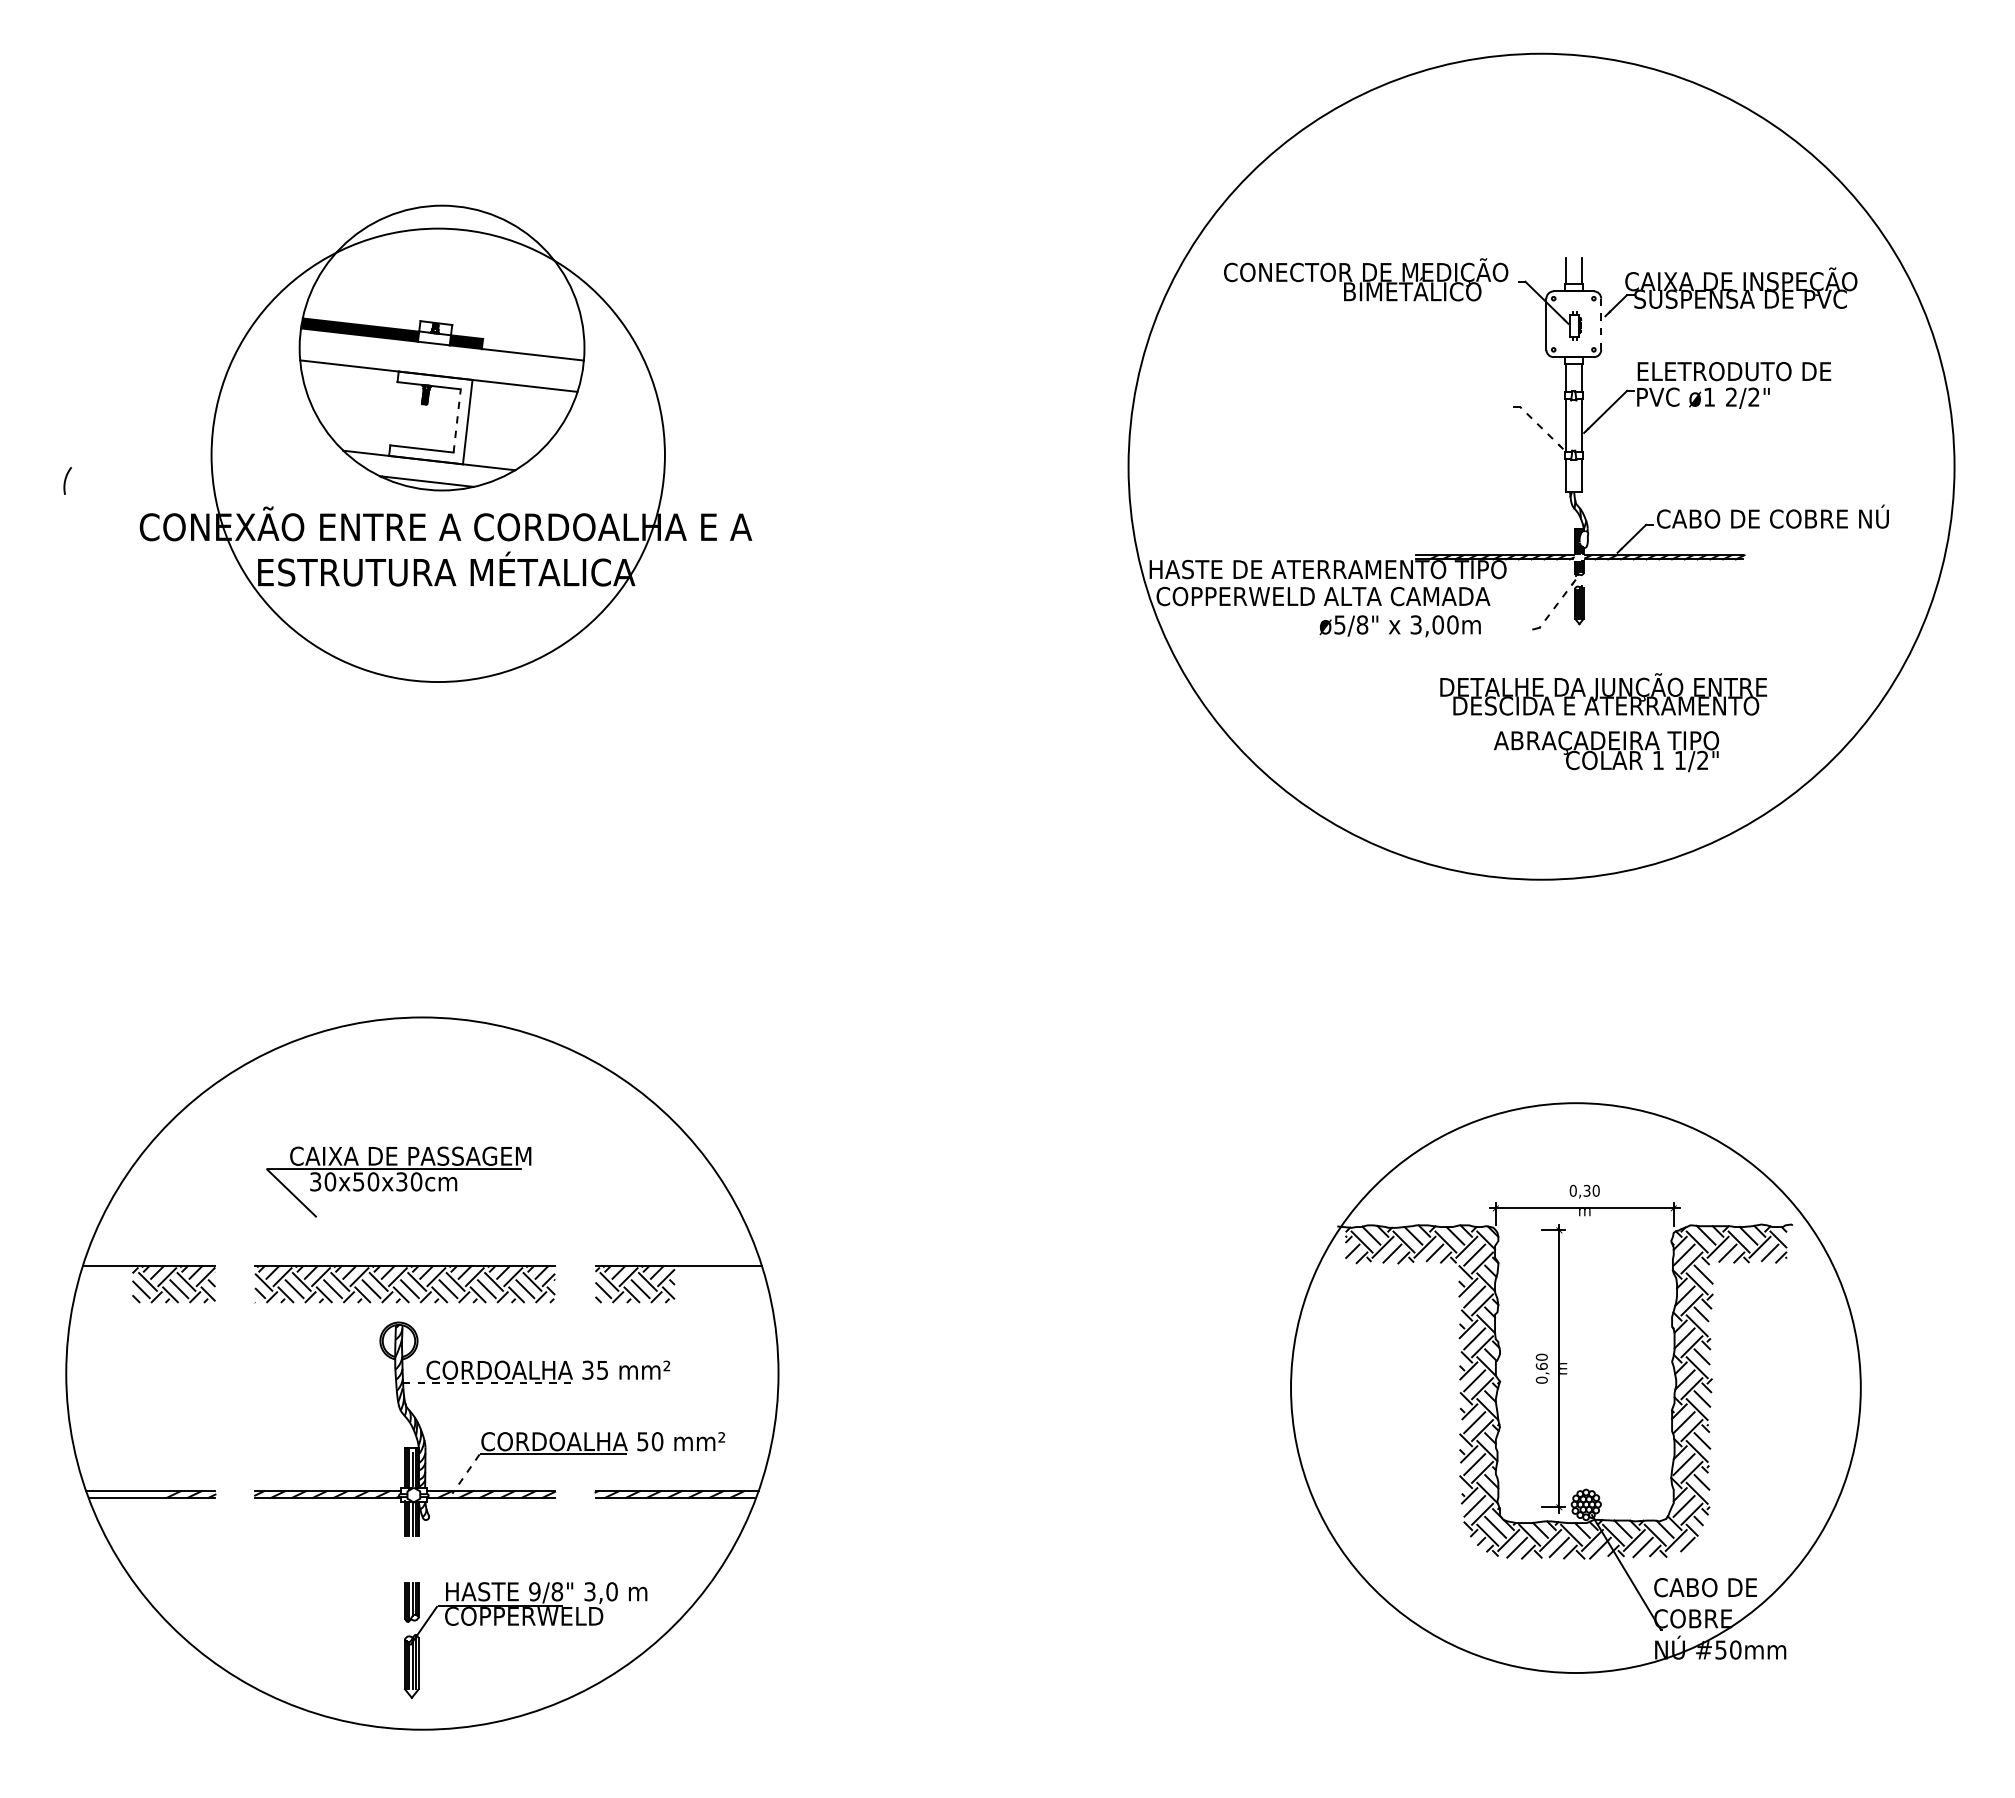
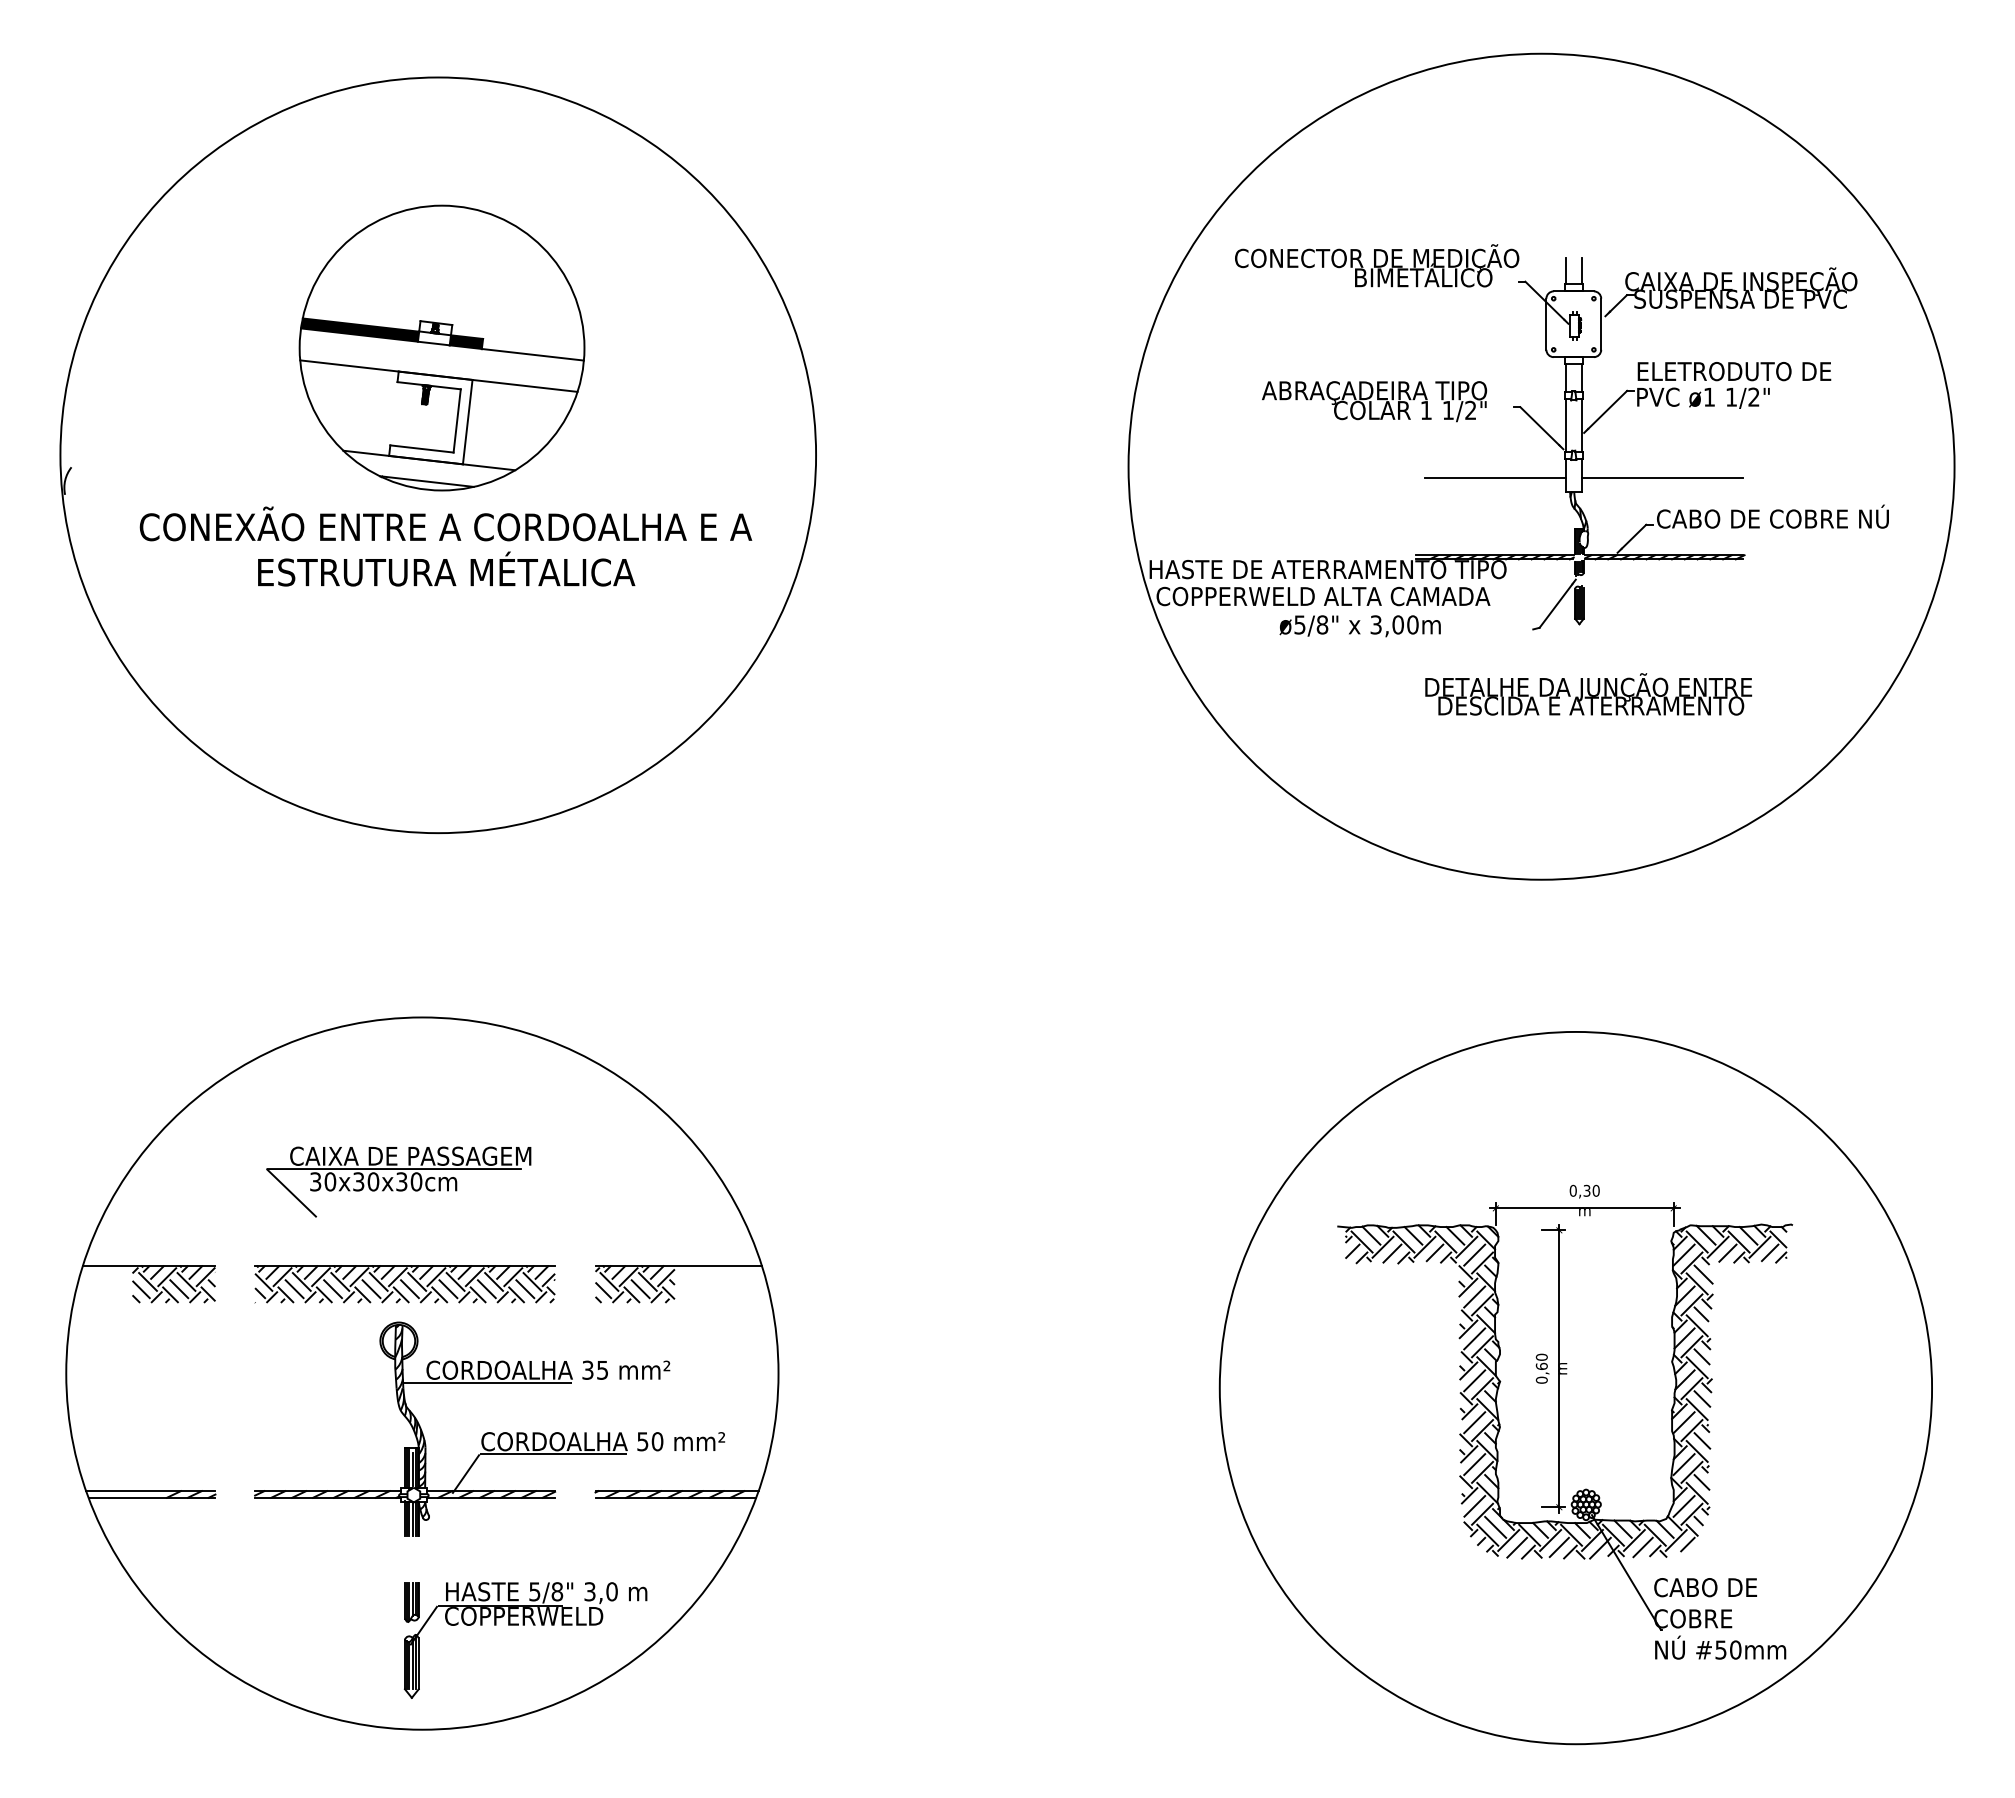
text at (1366, 279) position: (1366, 279) -> (1377, 265)
line at (1601, 324): dashed -> solid
text at (1731, 396): 2/2" -> 1/2"
line at (457, 420): dashed -> solid
line at (1541, 427): dashed -> solid
circle at (437, 455) diameter: 453 px -> 756 px
line at (1495, 477): none -> present
line at (1662, 477): none -> present
line at (1557, 604): dashed -> solid
text at (1399, 626) position: (1399, 626) -> (1359, 626)
text at (1603, 694) position: (1603, 694) -> (1588, 694)
text at (1606, 751) position: (1606, 751) -> (1374, 401)
text at (358, 1181): 30x50x30cm -> 30x30x30cm
line at (486, 1383): dashed -> solid
circle at (1575, 1387) diameter: 570 px -> 712 px
line at (466, 1474): dashed -> solid
text at (534, 1591): 9/8" -> 5/8"
